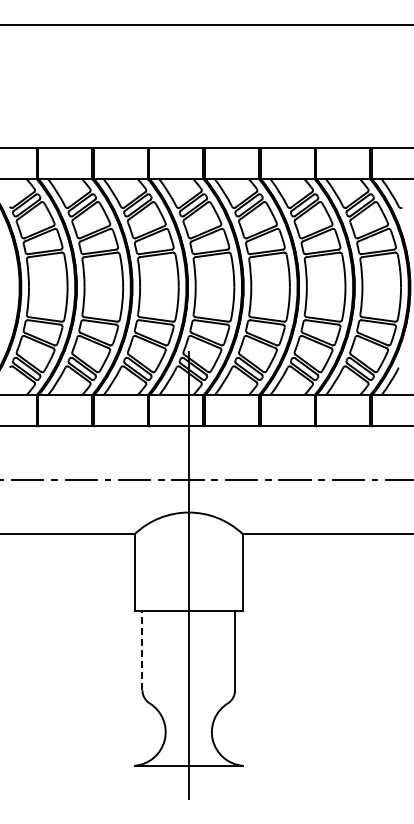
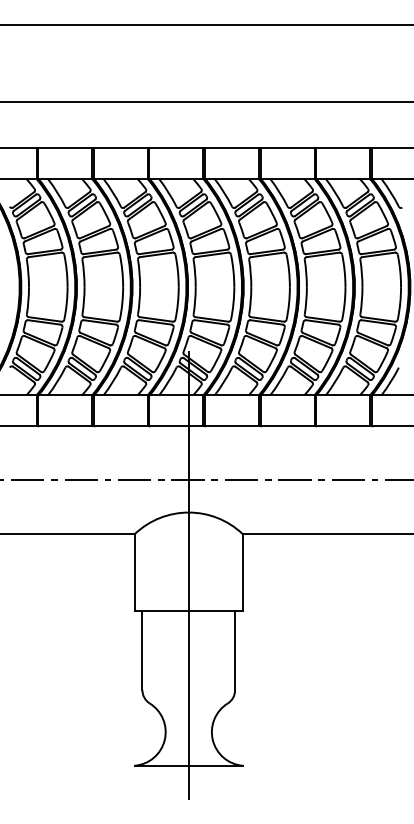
line at (206, 101): none -> present
line at (142, 650): dashed -> solid
